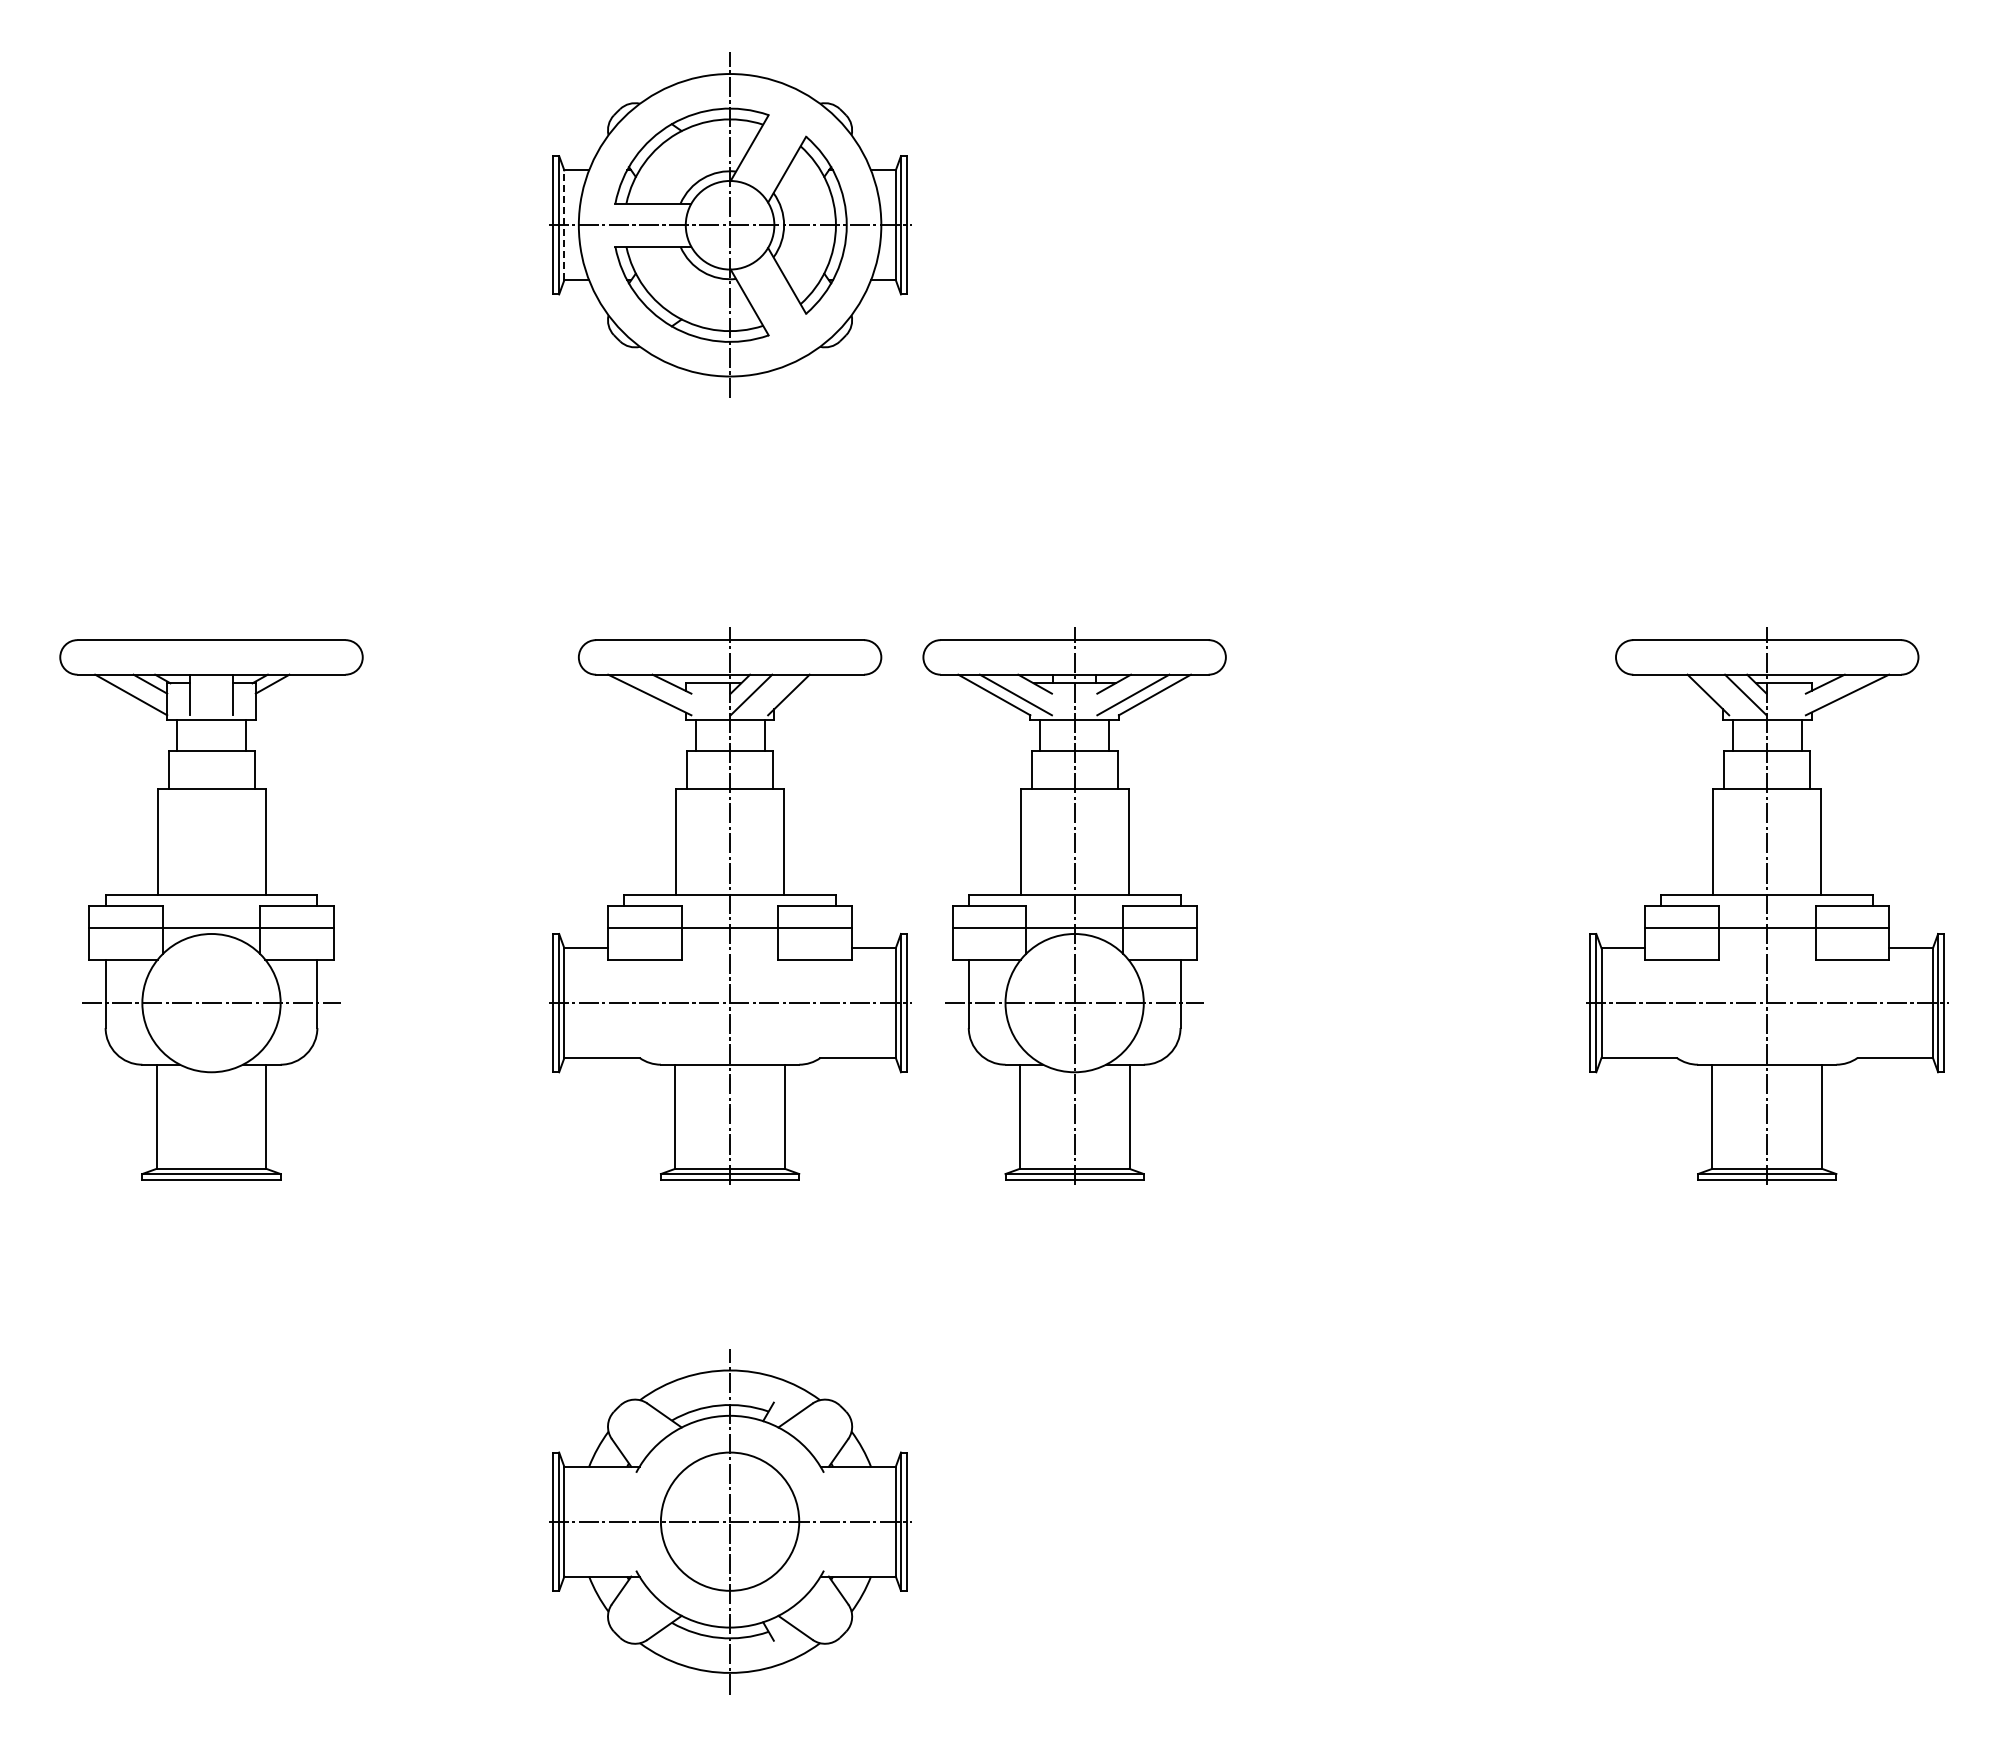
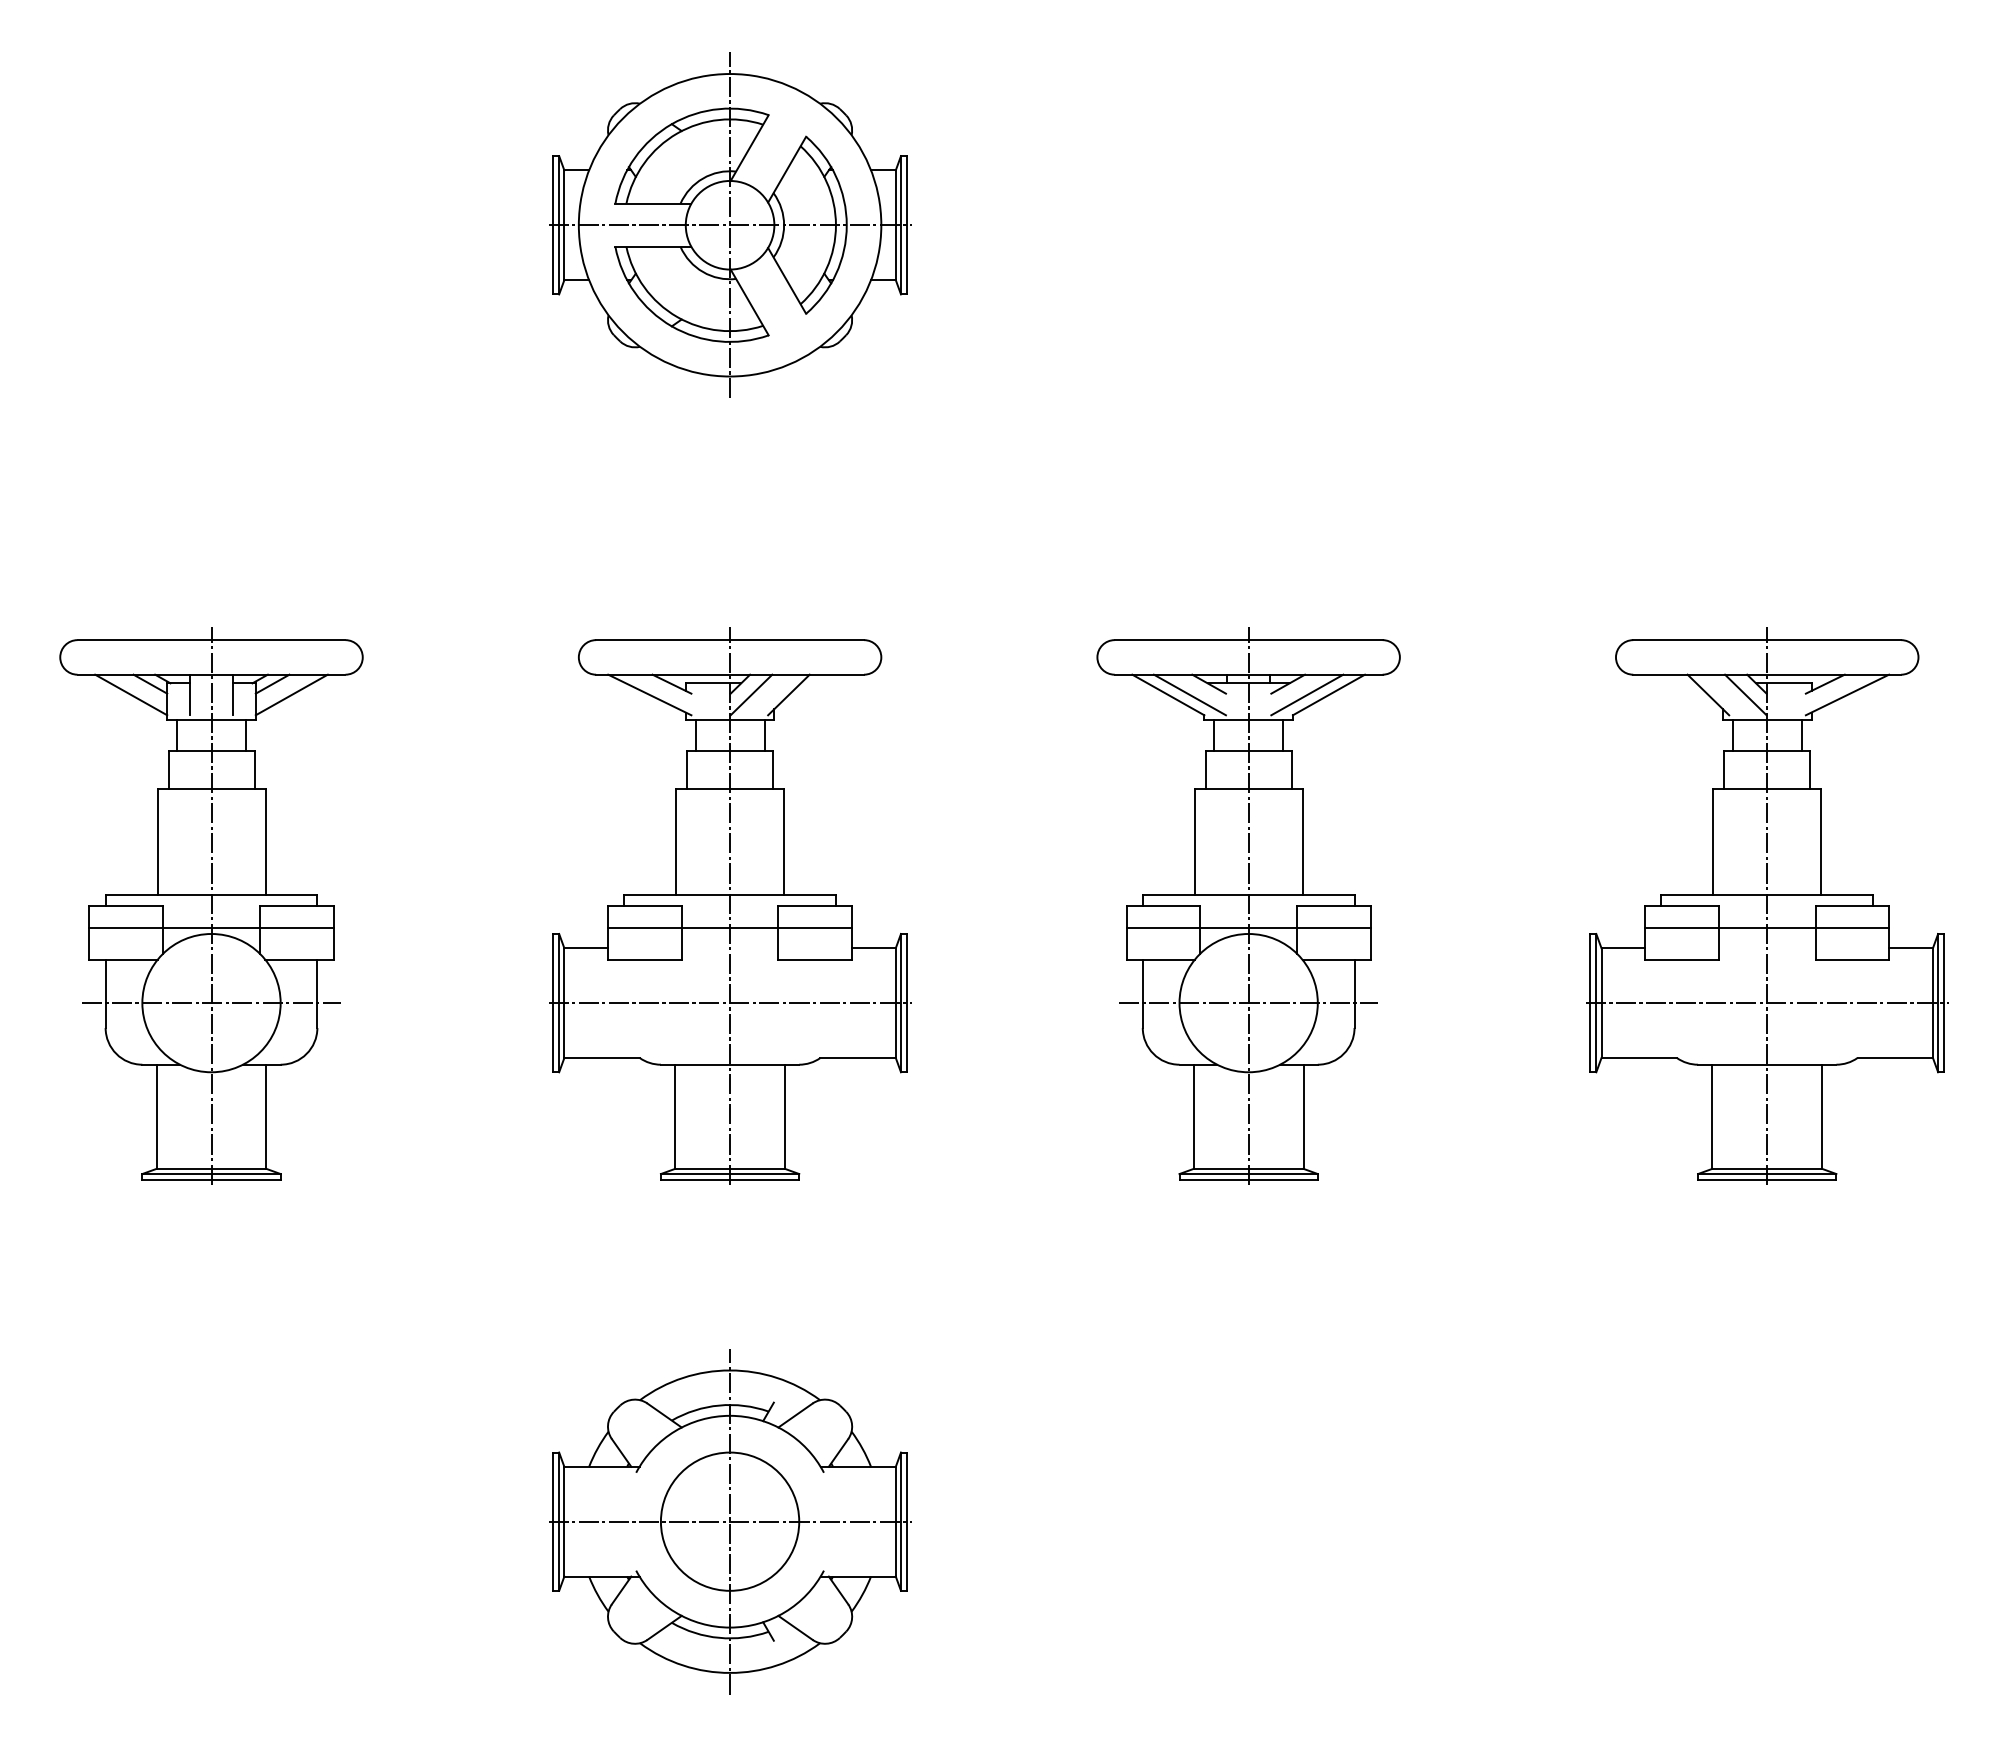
line at (564, 225): dashed -> solid
line at (291, 694): none -> present
line at (211, 905): none -> present
part at (1074, 905) position: (1074, 905) -> (1248, 905)
